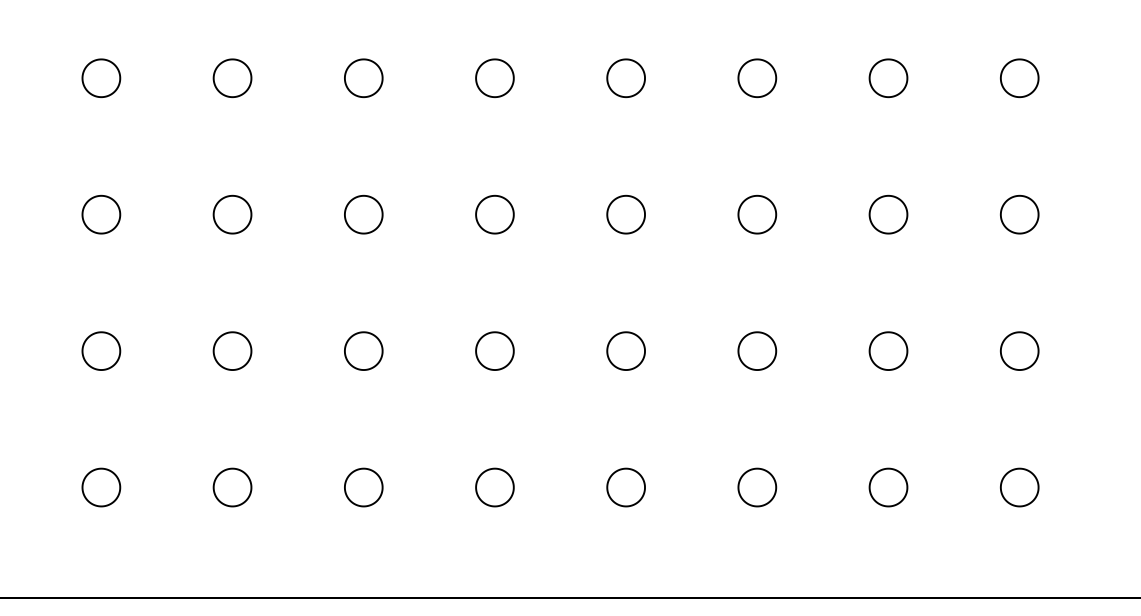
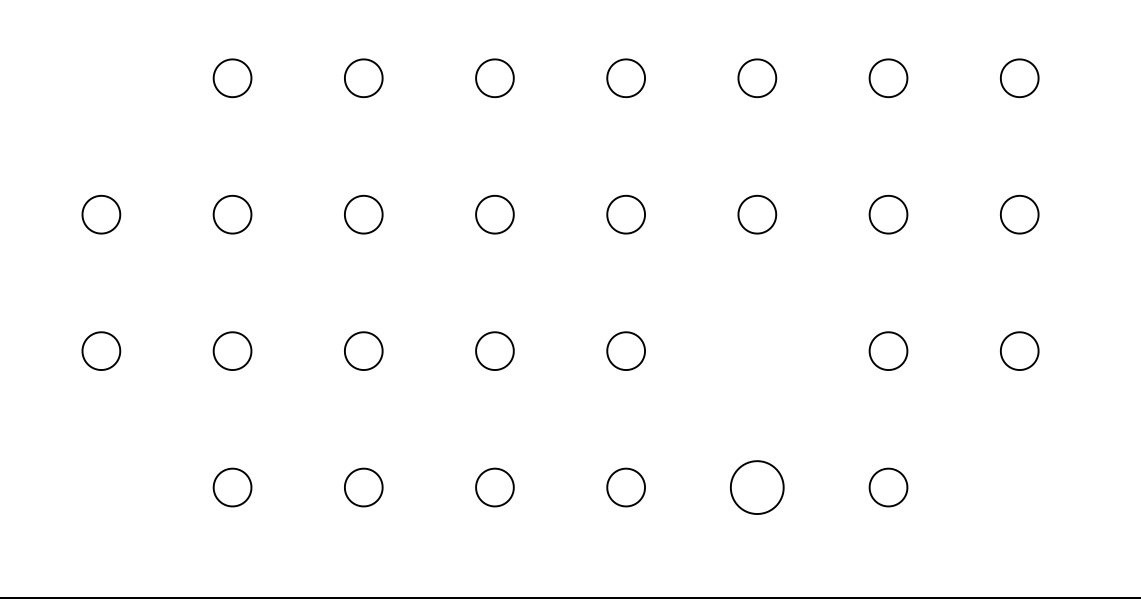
part at (101, 77): present -> none
part at (757, 350): present -> none
part at (101, 487): present -> none
part at (757, 487) size: 41x41 px -> 55x55 px
part at (1019, 487): present -> none
